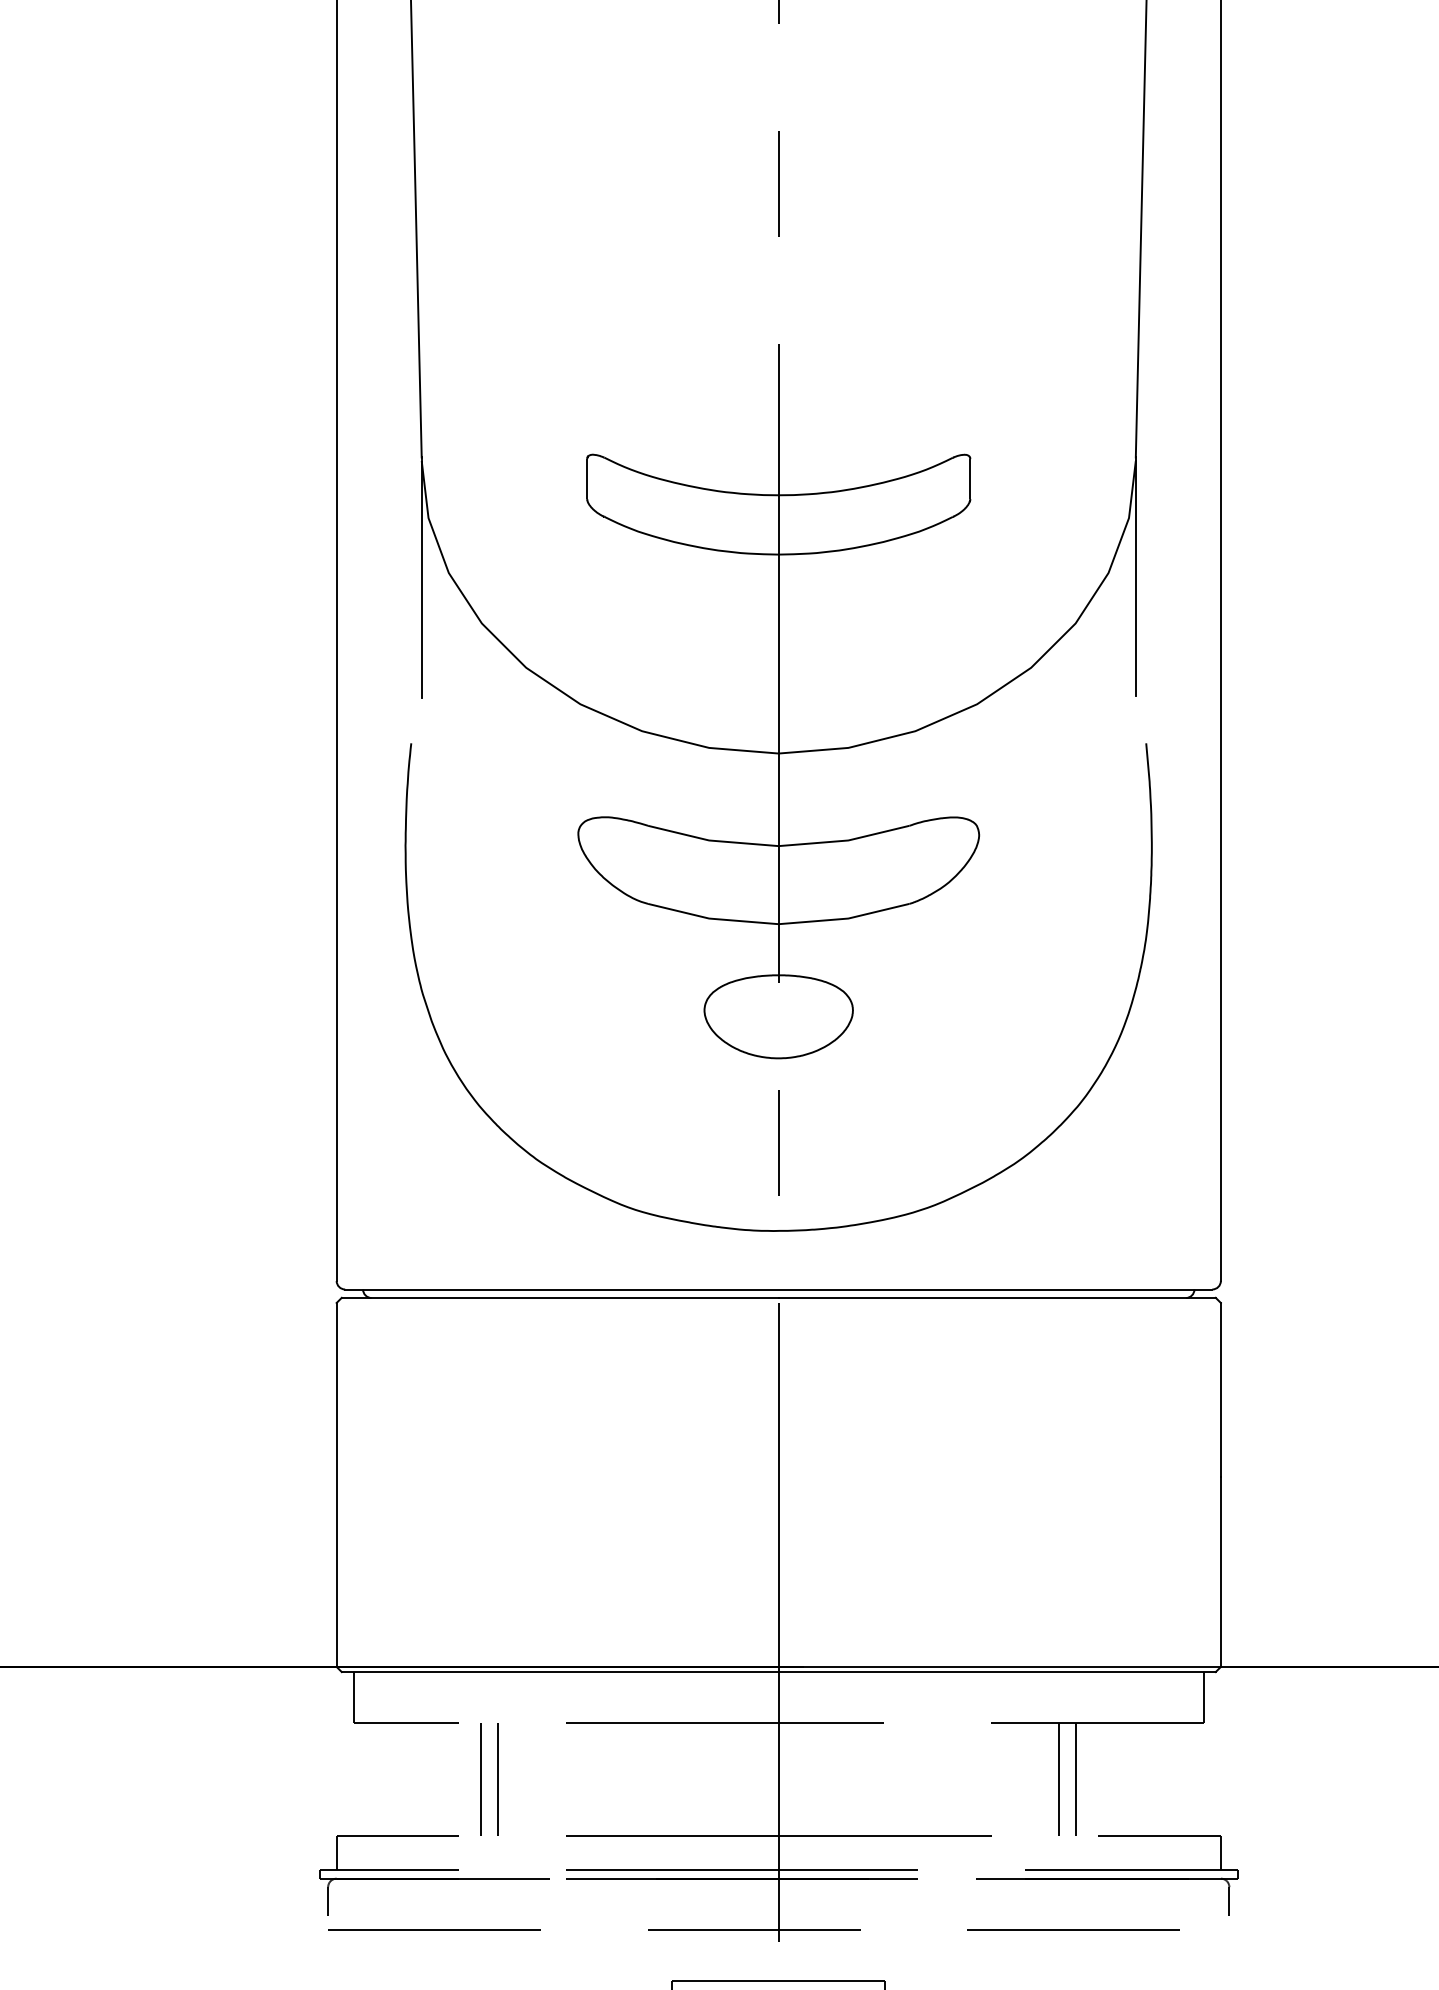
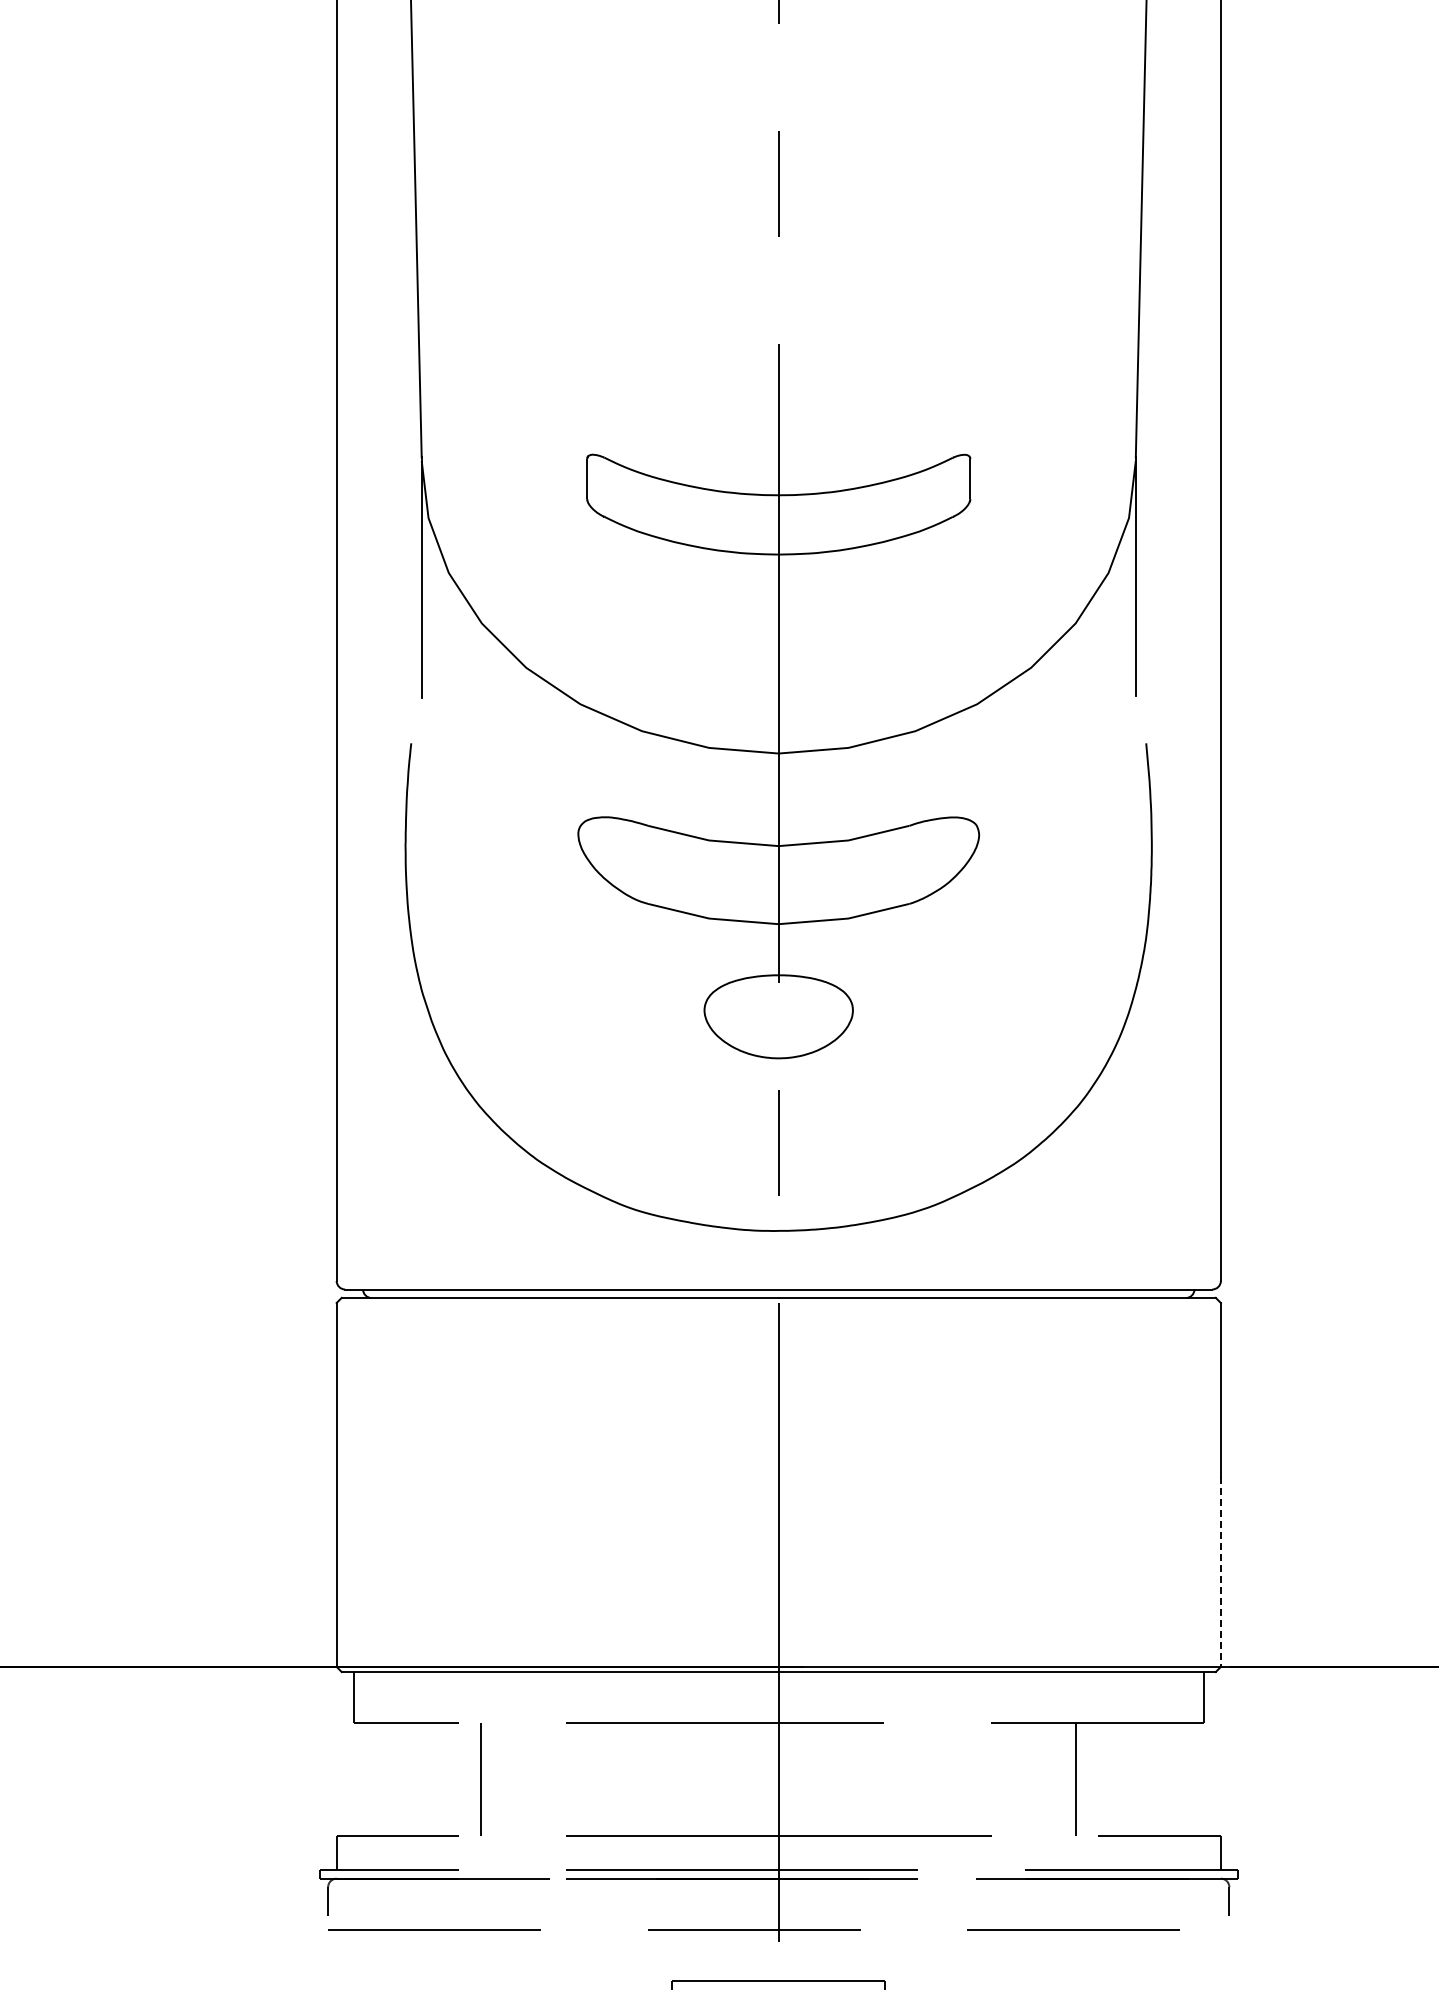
line at (1220, 1572): solid -> dashed
line at (497, 1779): present -> none
line at (1058, 1779): present -> none
